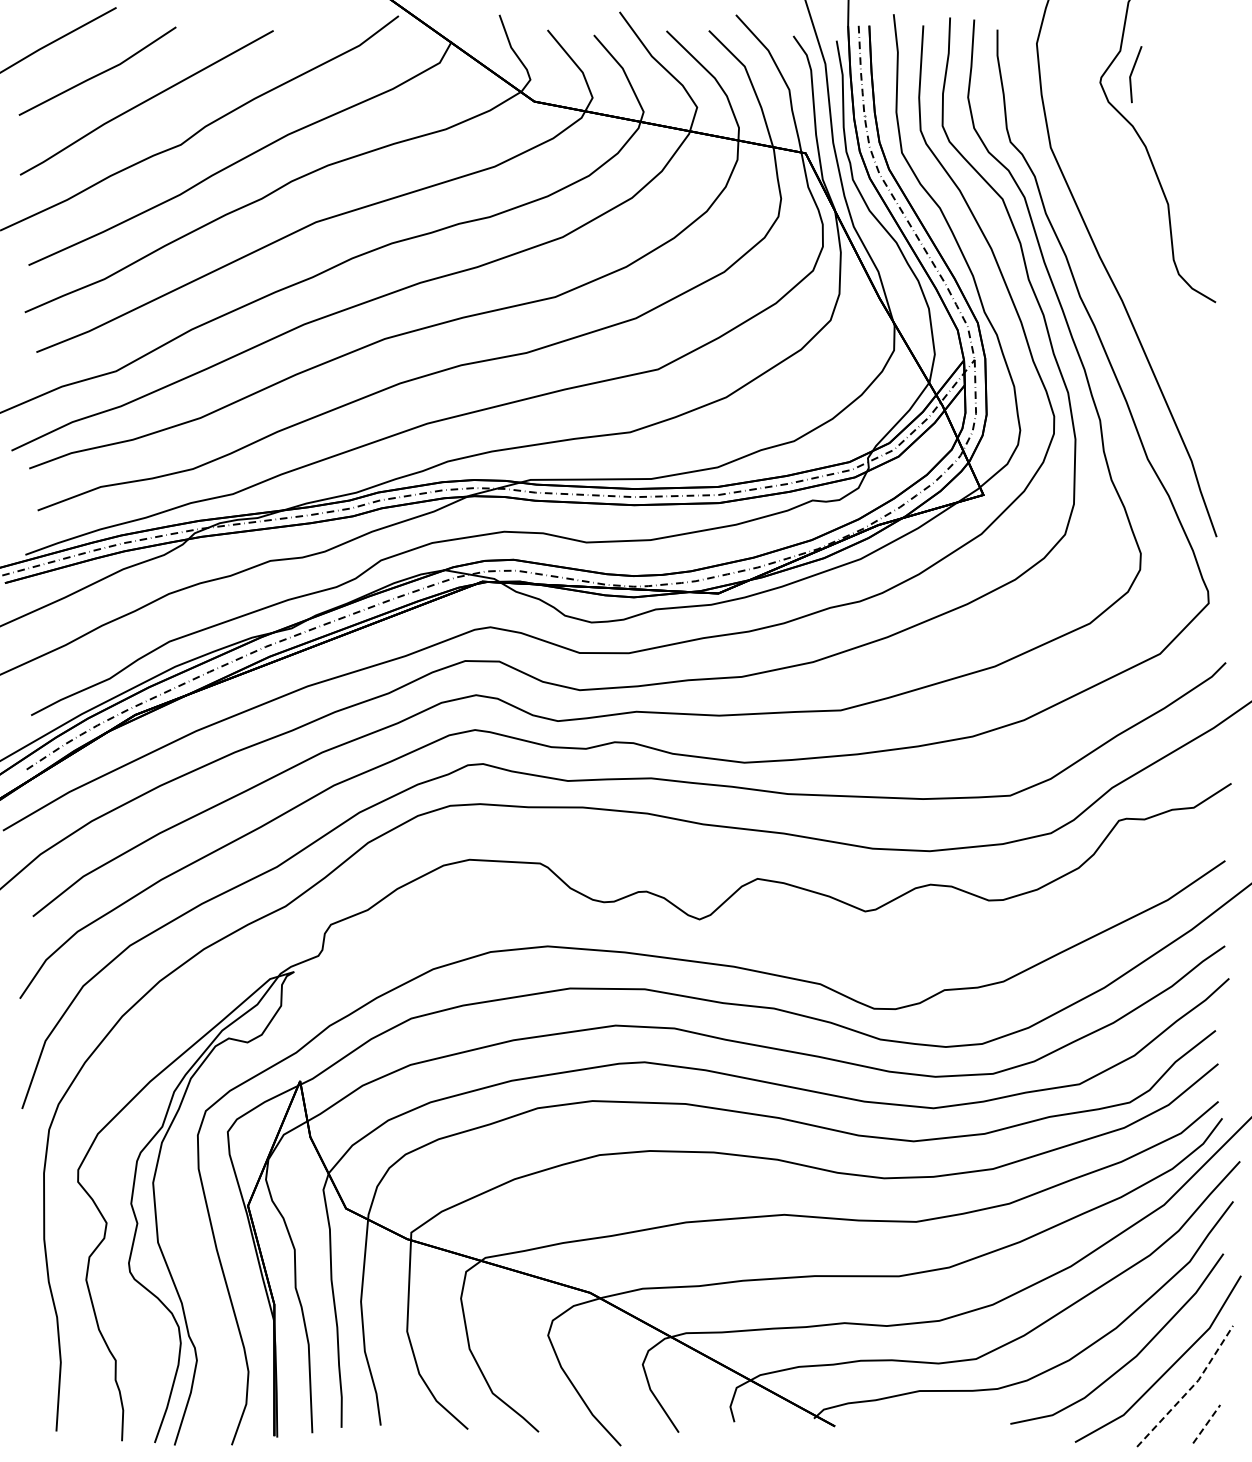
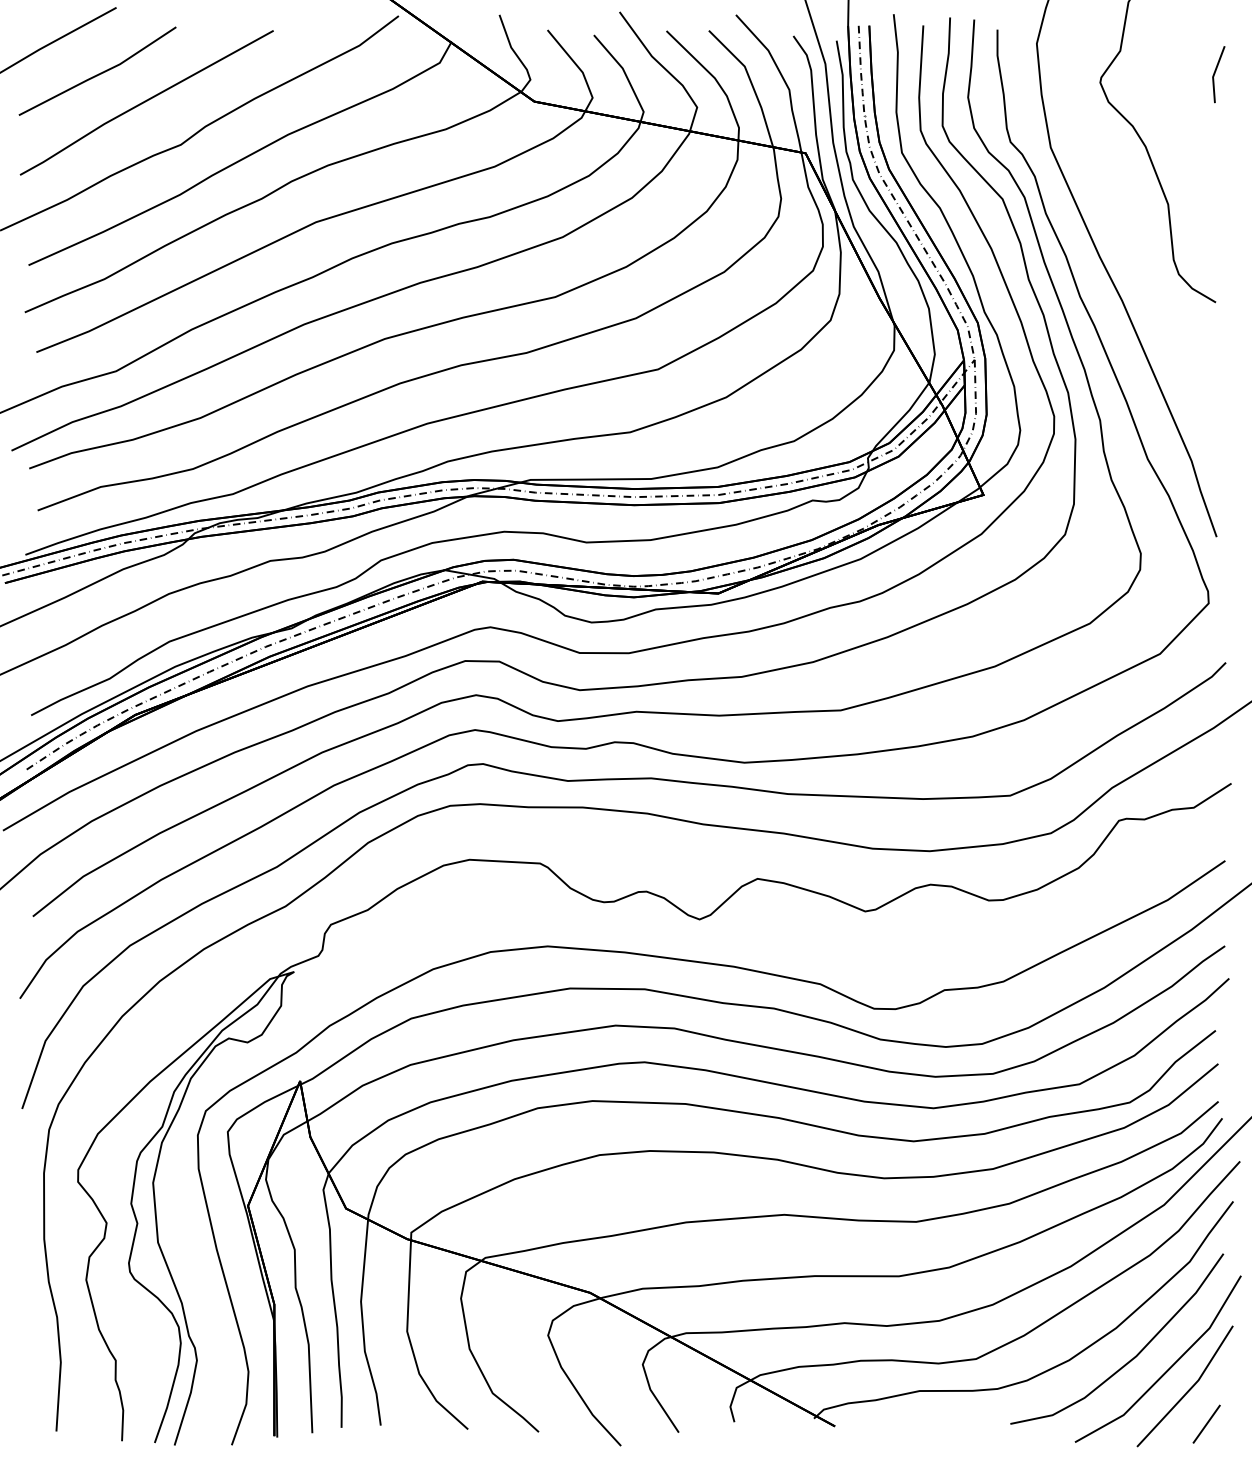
line at (1132, 73) position: (1132, 73) -> (1215, 73)
line at (1190, 1389): dashed -> solid
line at (1206, 1424): dashed -> solid
